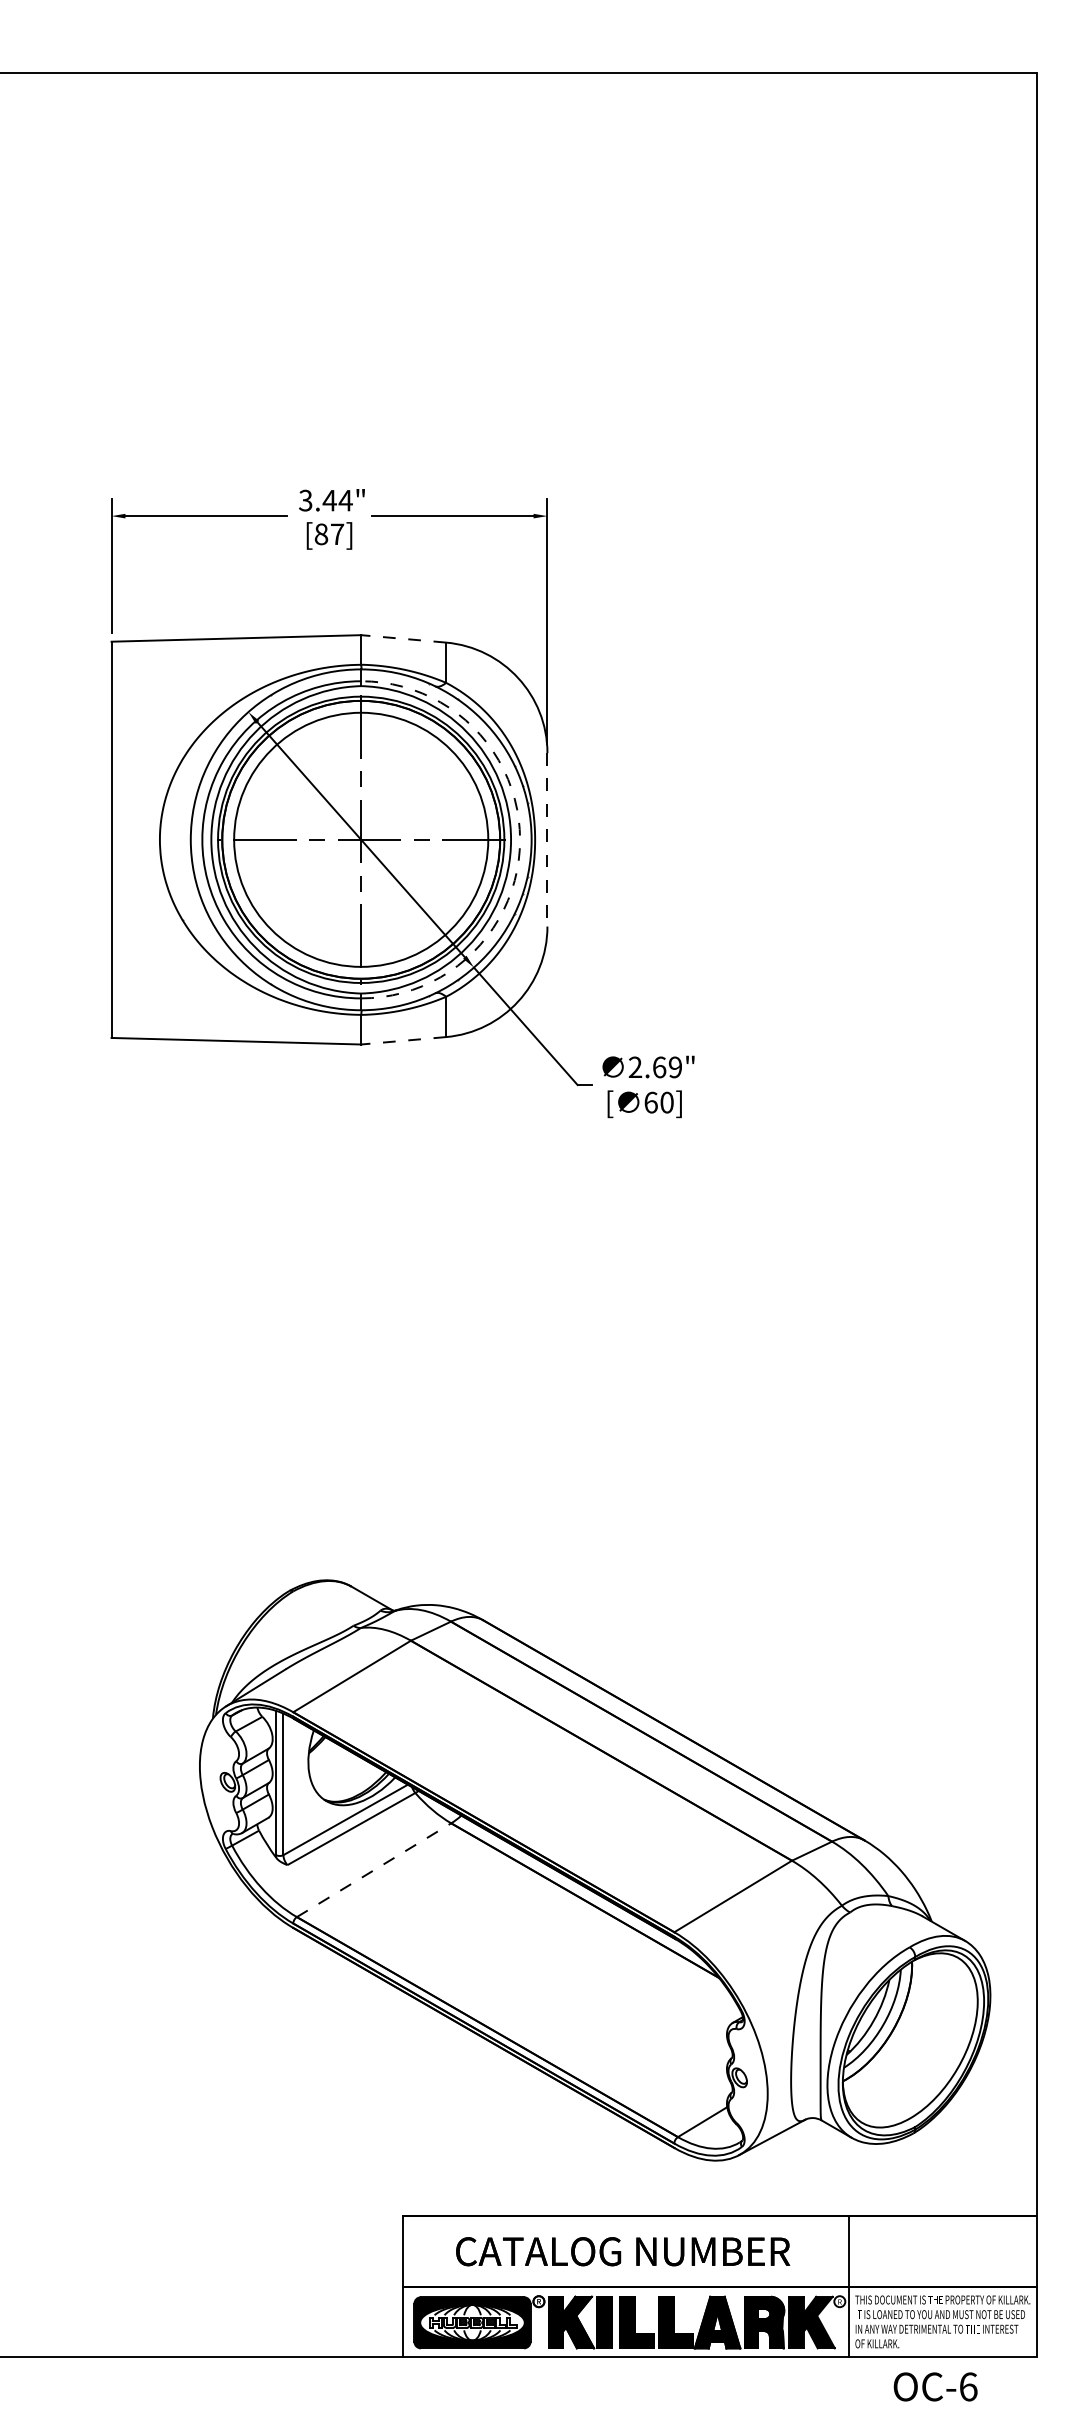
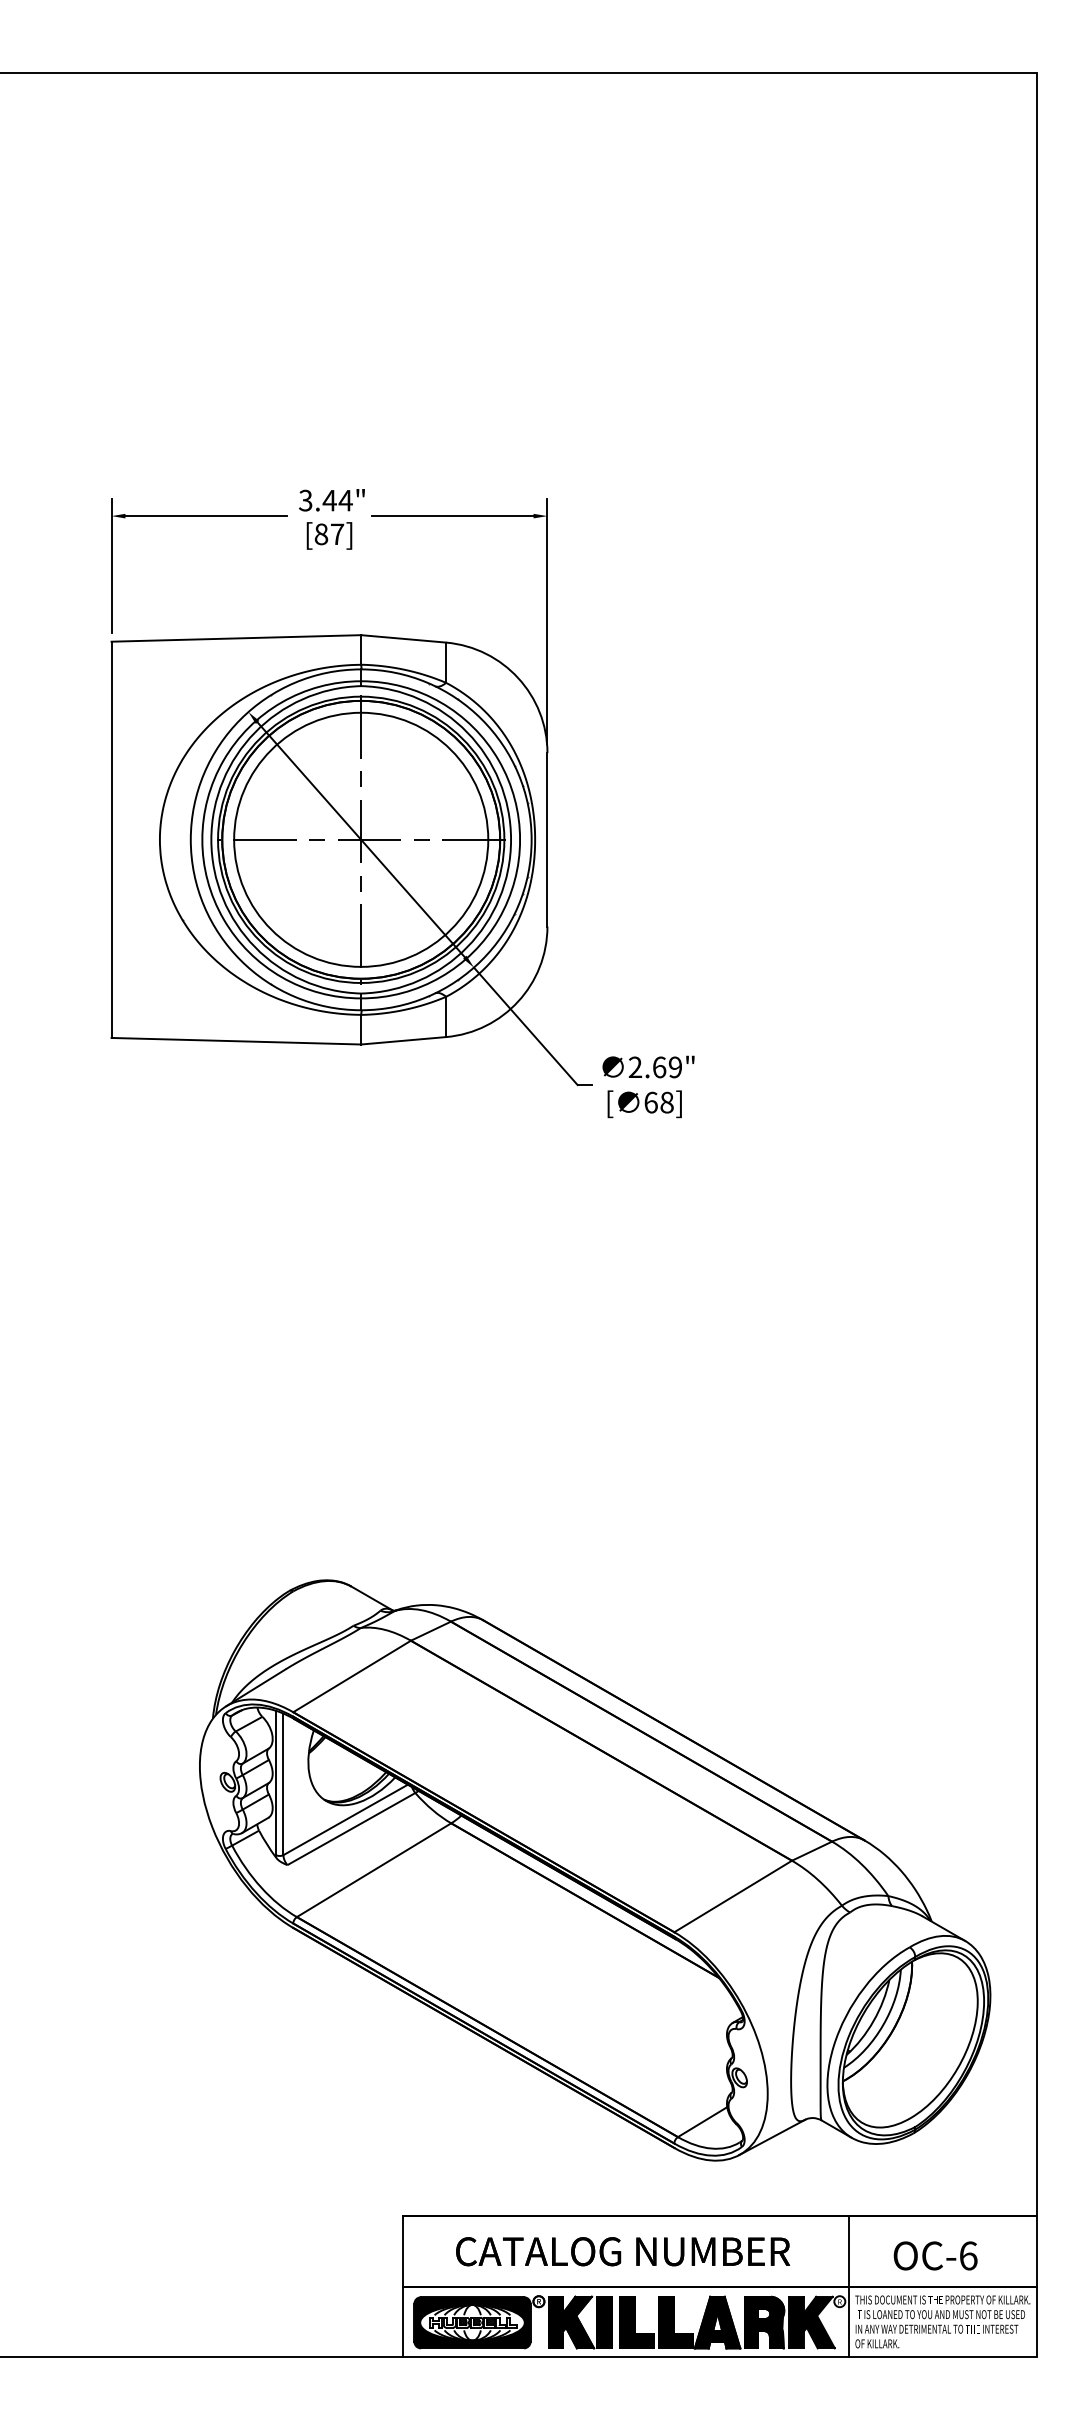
line at (403, 638): dashed -> solid
arc at (520, 839): dashed -> solid
line at (547, 839): dashed -> solid
line at (403, 1040): dashed -> solid
text at (666, 1102): 60] -> 68]
line at (374, 1869): dashed -> solid
text at (935, 2386) position: (935, 2386) -> (935, 2255)
